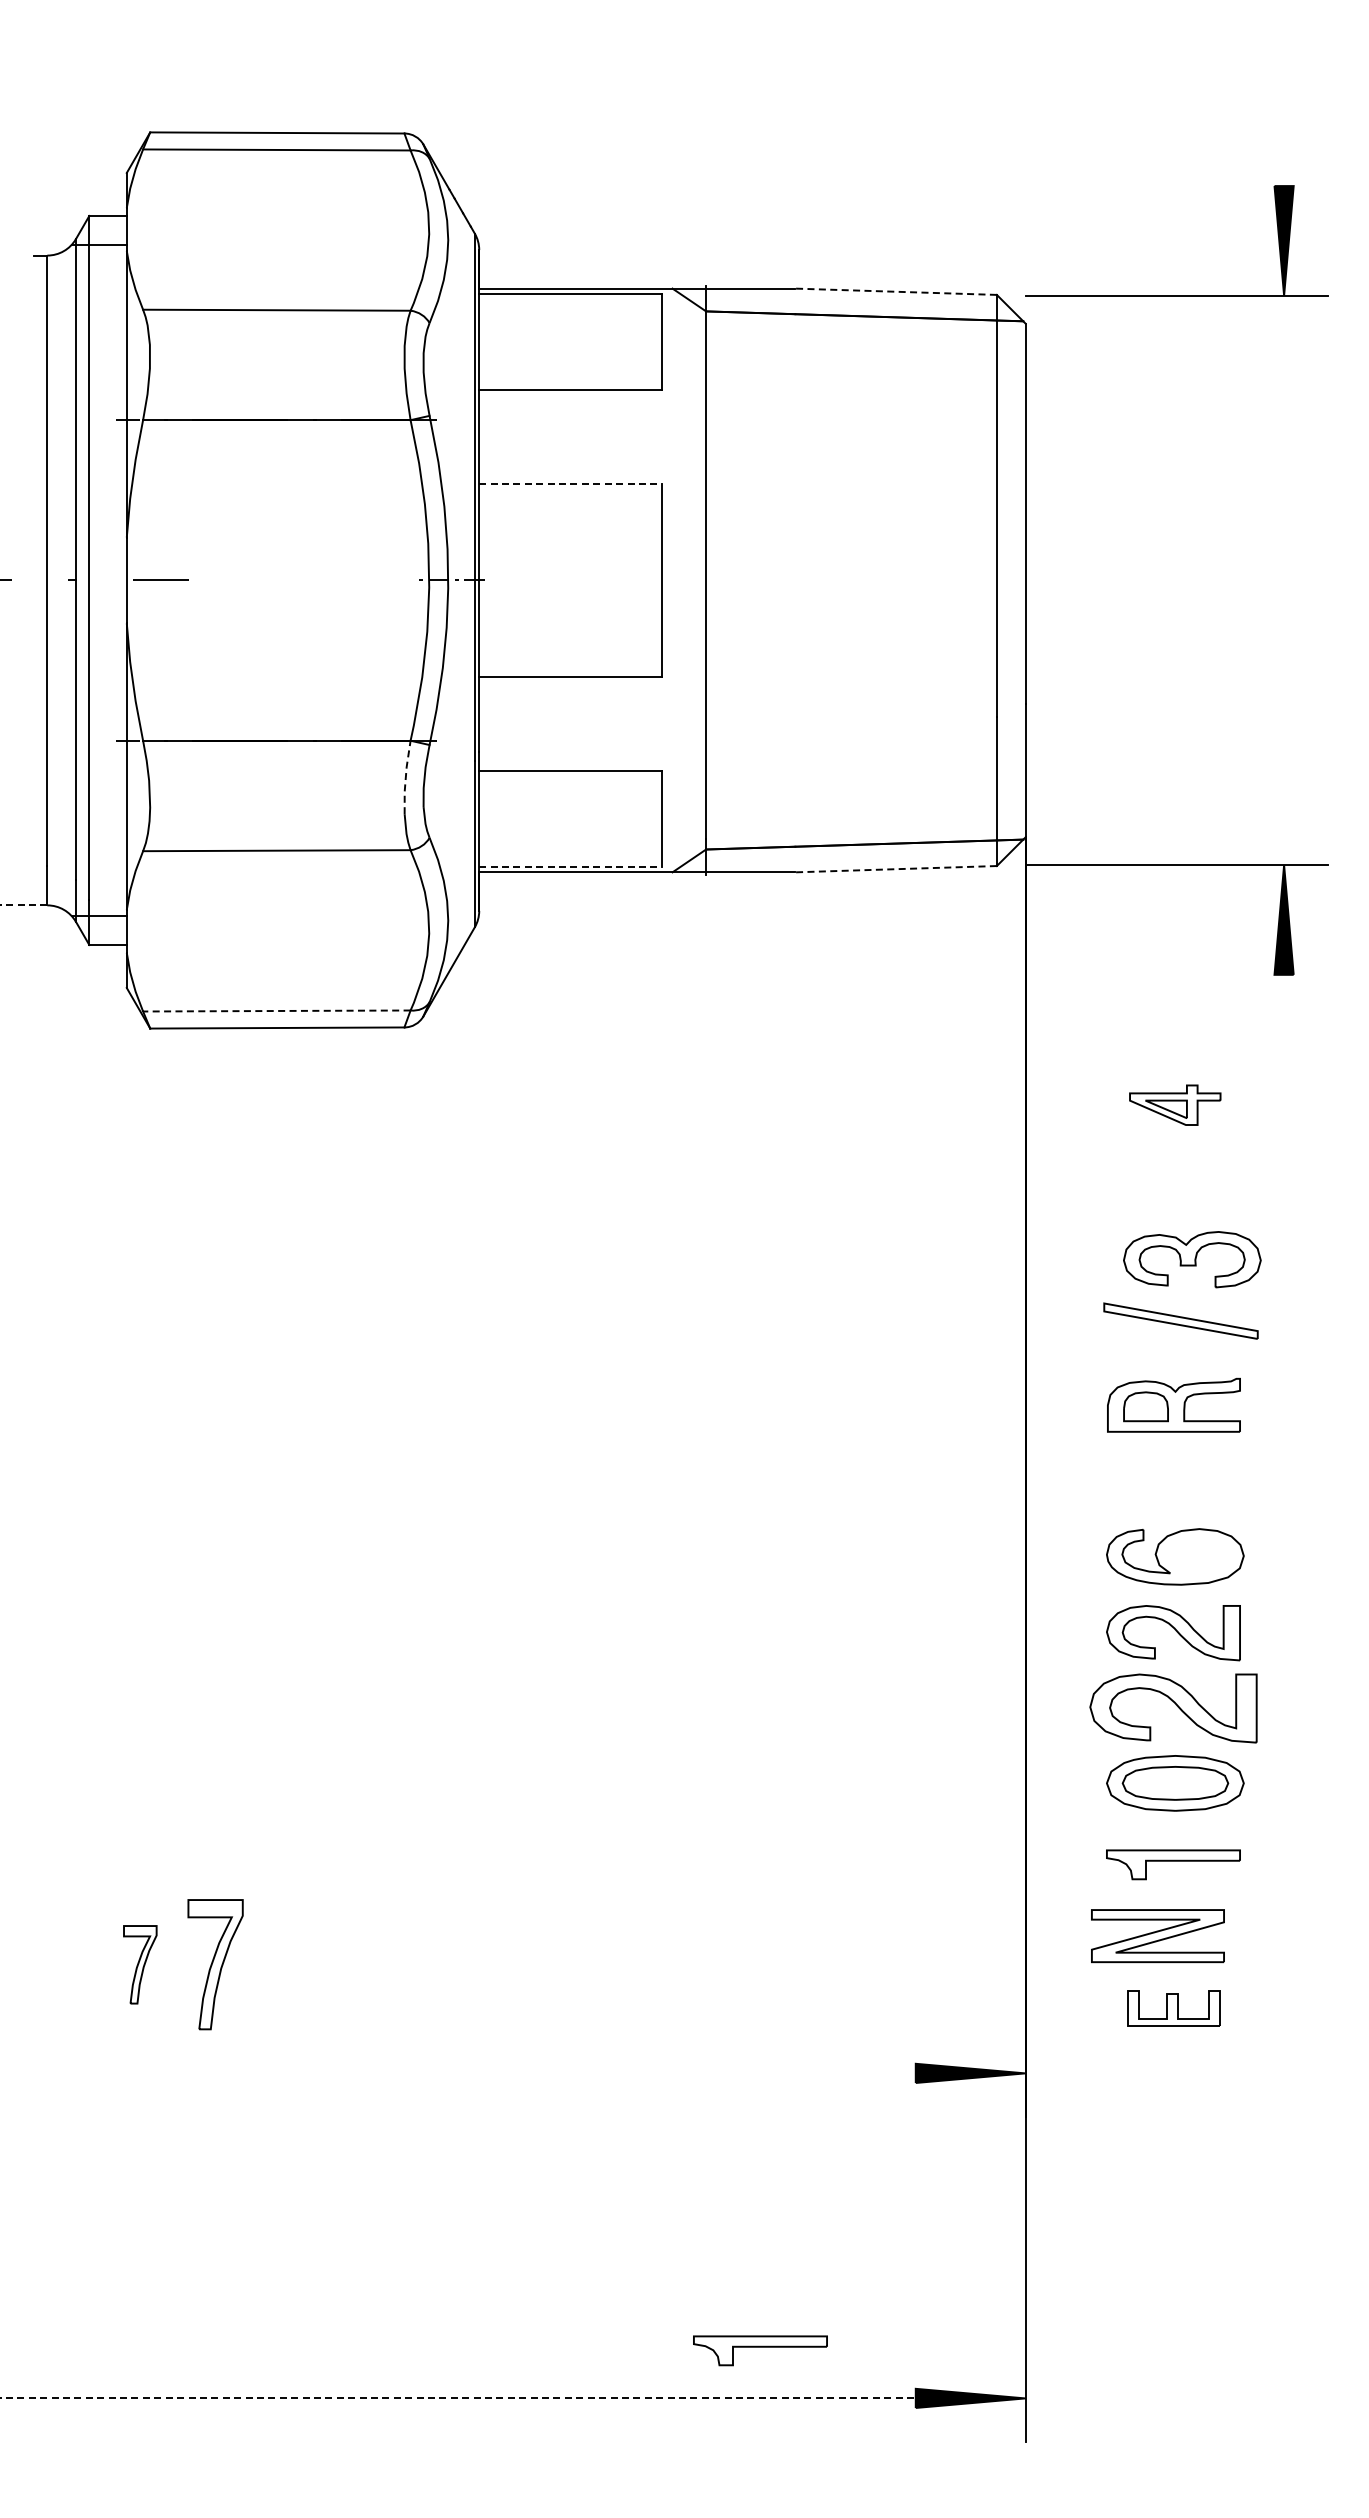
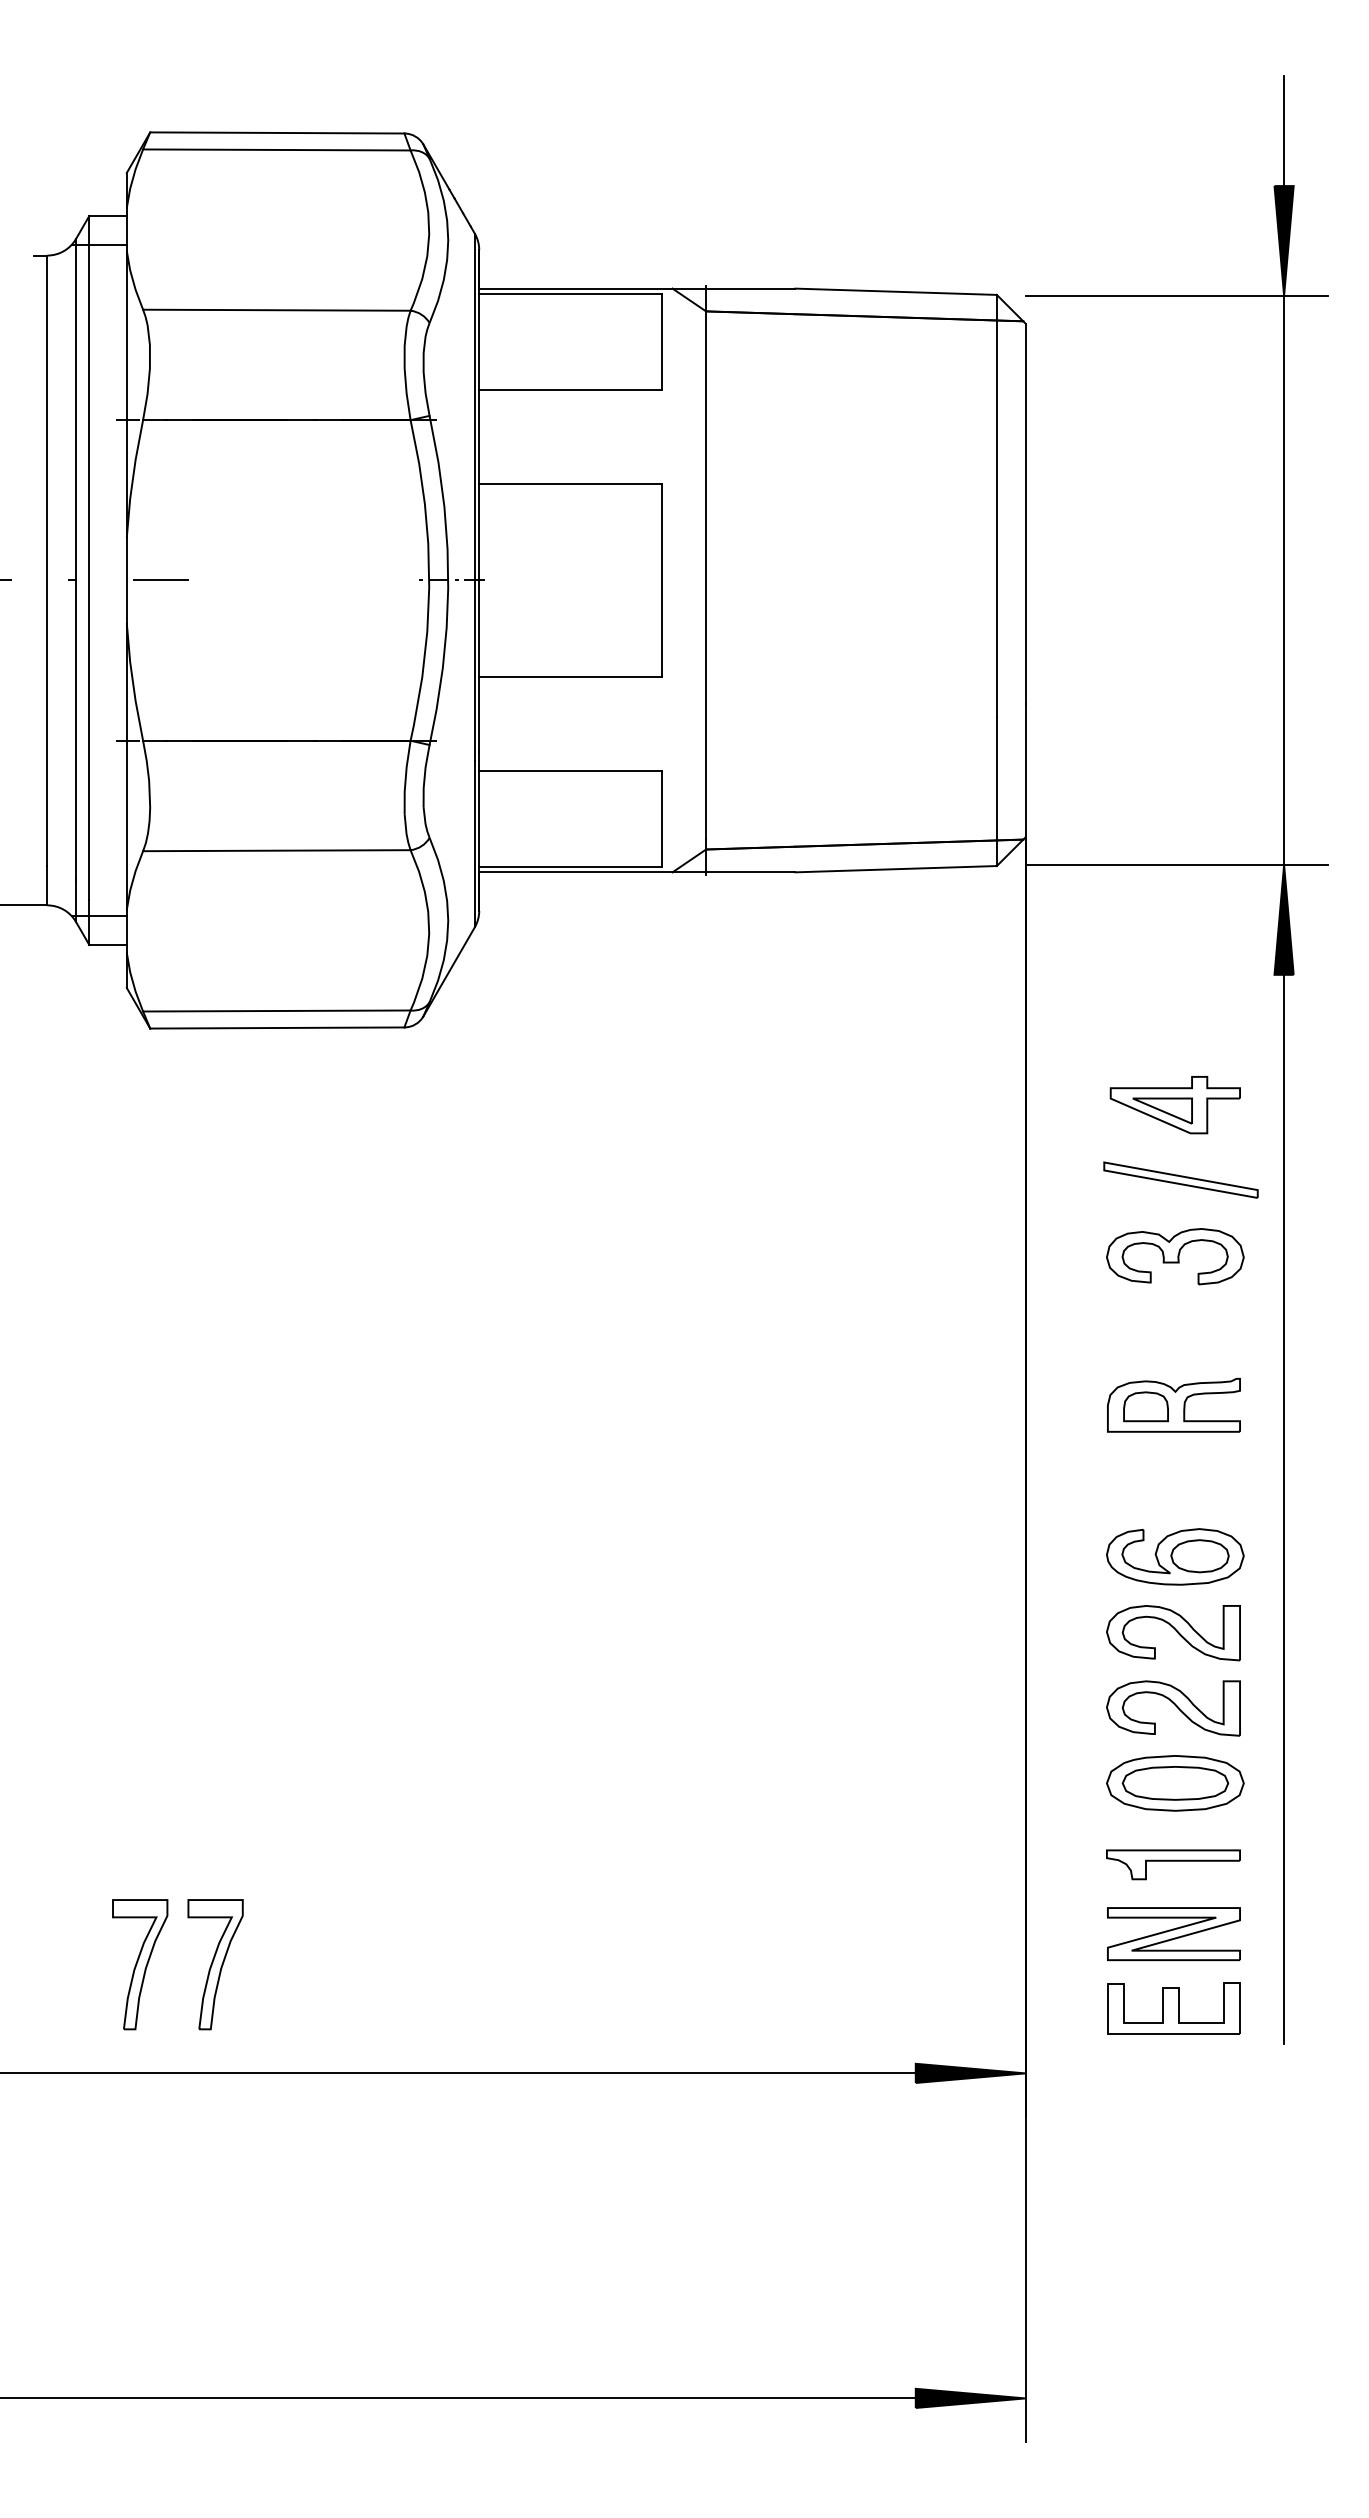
line at (1284, 130): none -> present
line at (896, 291): dashed -> solid
line at (571, 483): dashed -> solid
line at (1284, 580): none -> present
line at (405, 776): dashed -> solid
line at (571, 867): dashed -> solid
line at (896, 869): dashed -> solid
line at (23, 905): dashed -> solid
line at (276, 1011): dashed -> solid
part at (1175, 1104) size: 93x42 px -> 132x59 px
part at (1192, 1259) position: (1192, 1259) -> (1175, 1256)
part at (1180, 1320) position: (1180, 1320) -> (1180, 1179)
line at (1284, 1508): none -> present
part at (1199, 1556): none -> present
part at (1173, 1708) size: 169x71 px -> 135x57 px
part at (1157, 1936) position: (1157, 1936) -> (1173, 1934)
part at (140, 1964) size: 35x80 px -> 57x132 px
part at (1173, 2008) size: 94x37 px -> 134x53 px
line at (458, 2073): none -> present
part at (760, 2350): present -> none
line at (458, 2398): dashed -> solid
